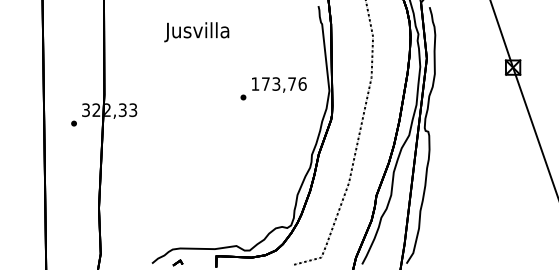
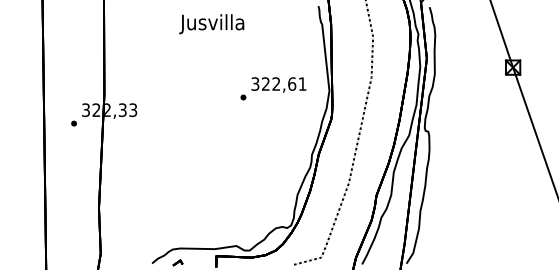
text at (196, 32) position: (196, 32) -> (211, 24)
text at (278, 83): 173,76 -> 322,61
